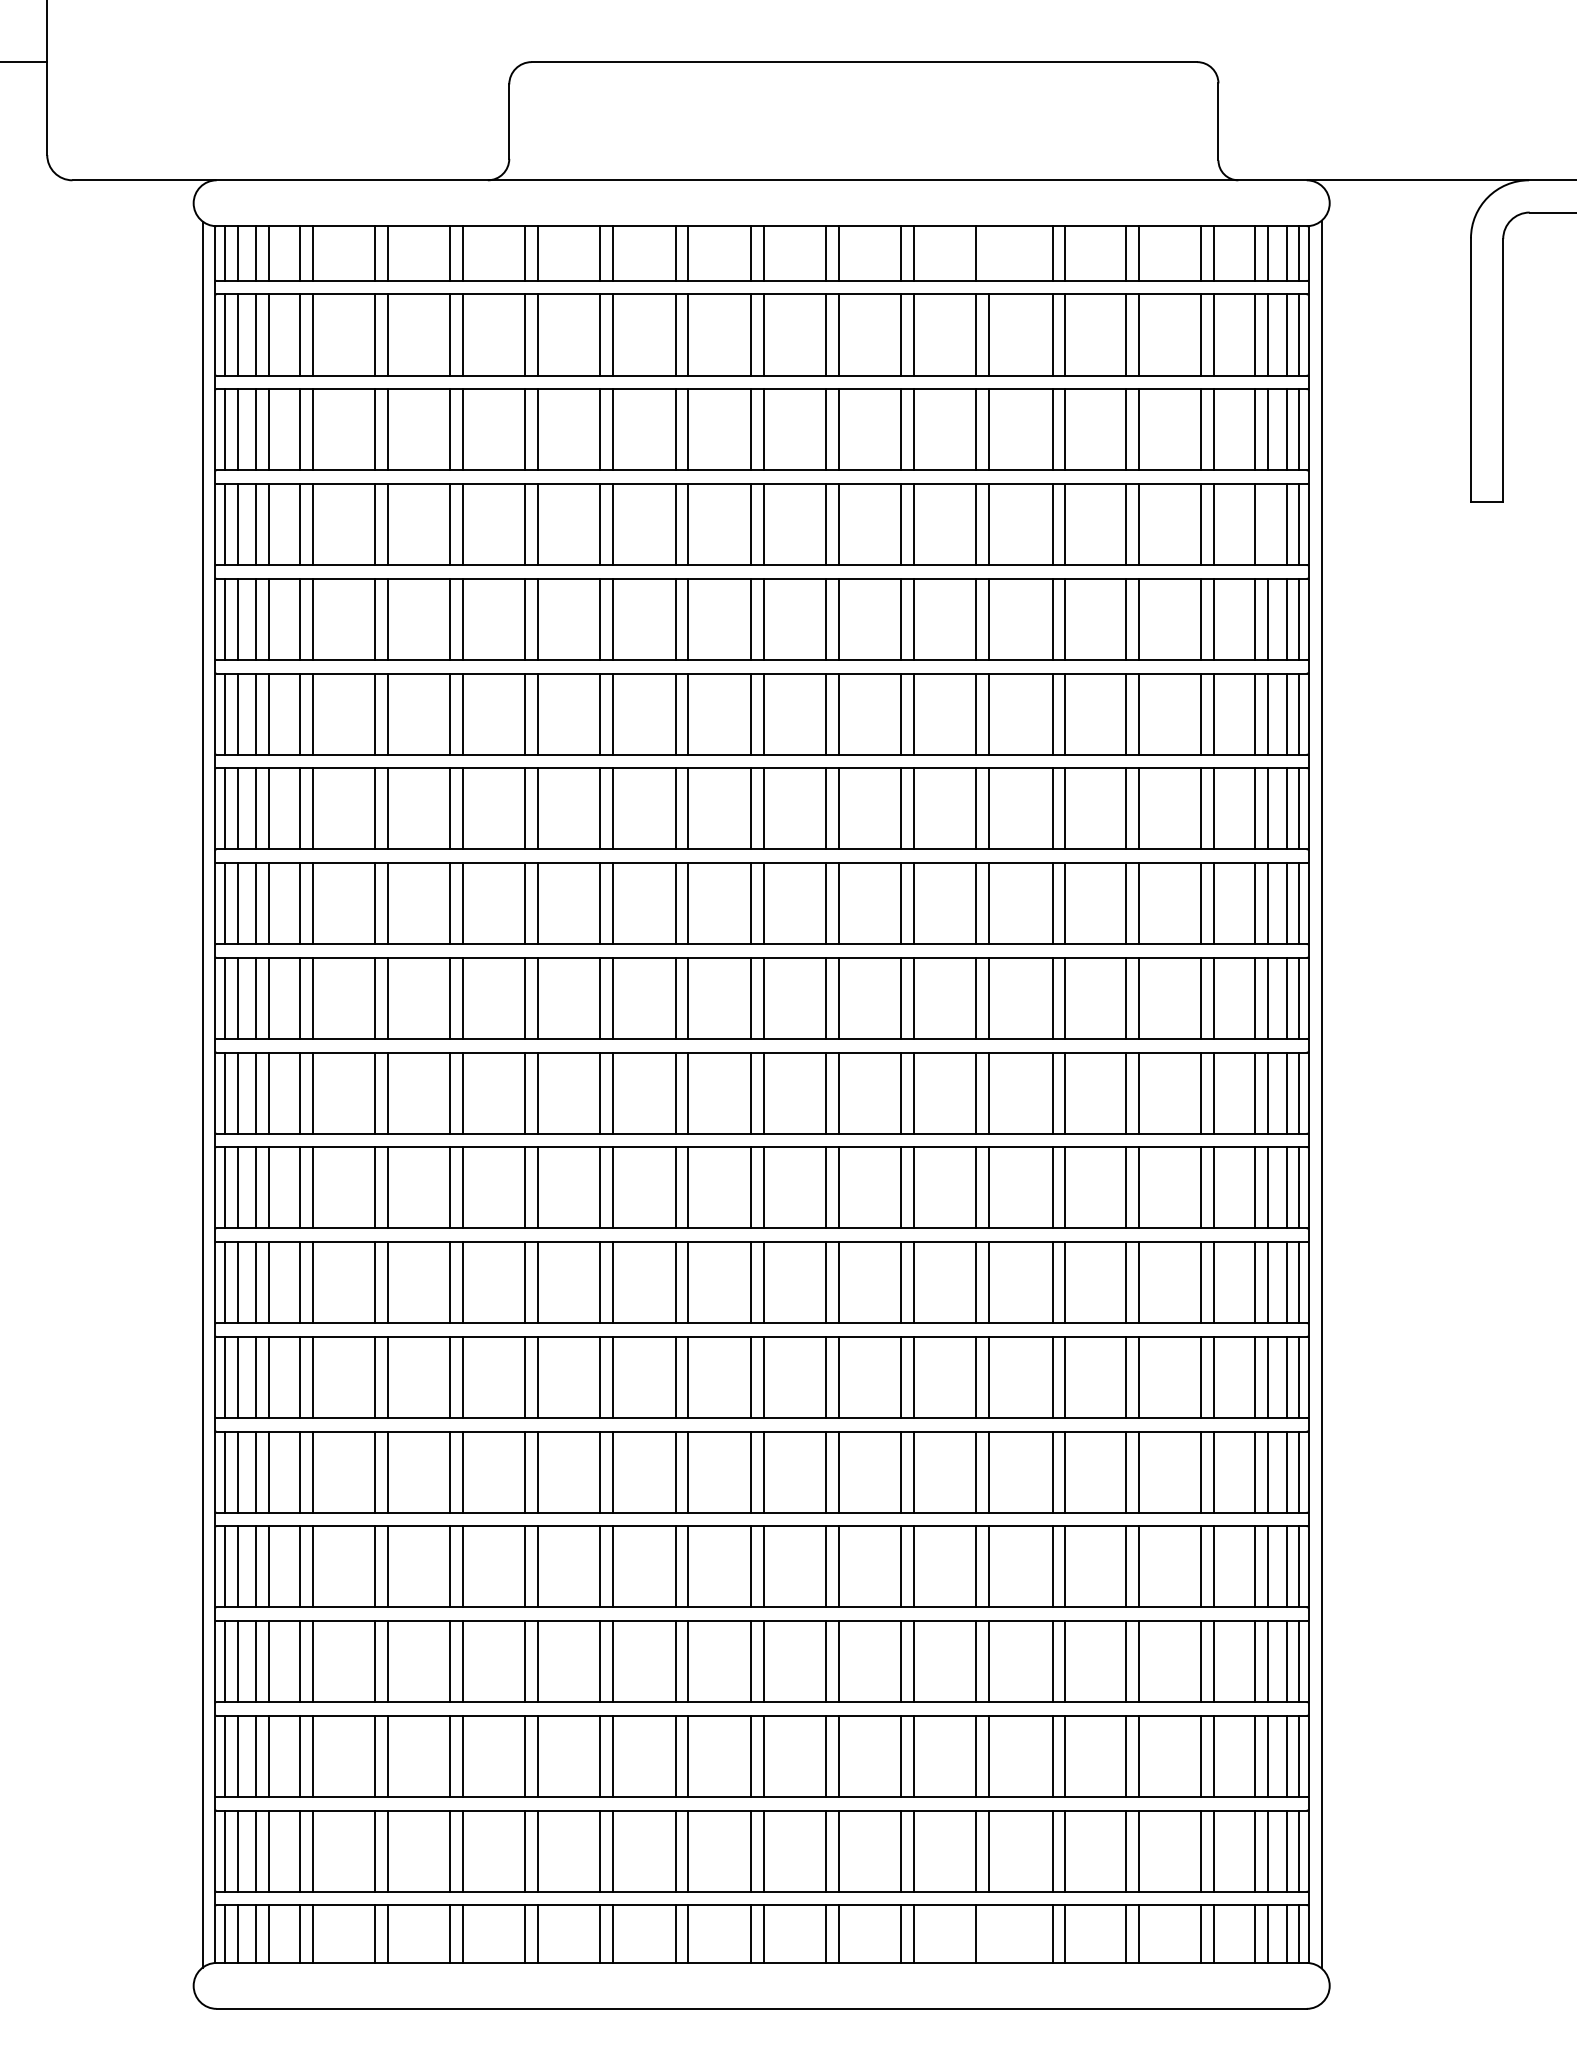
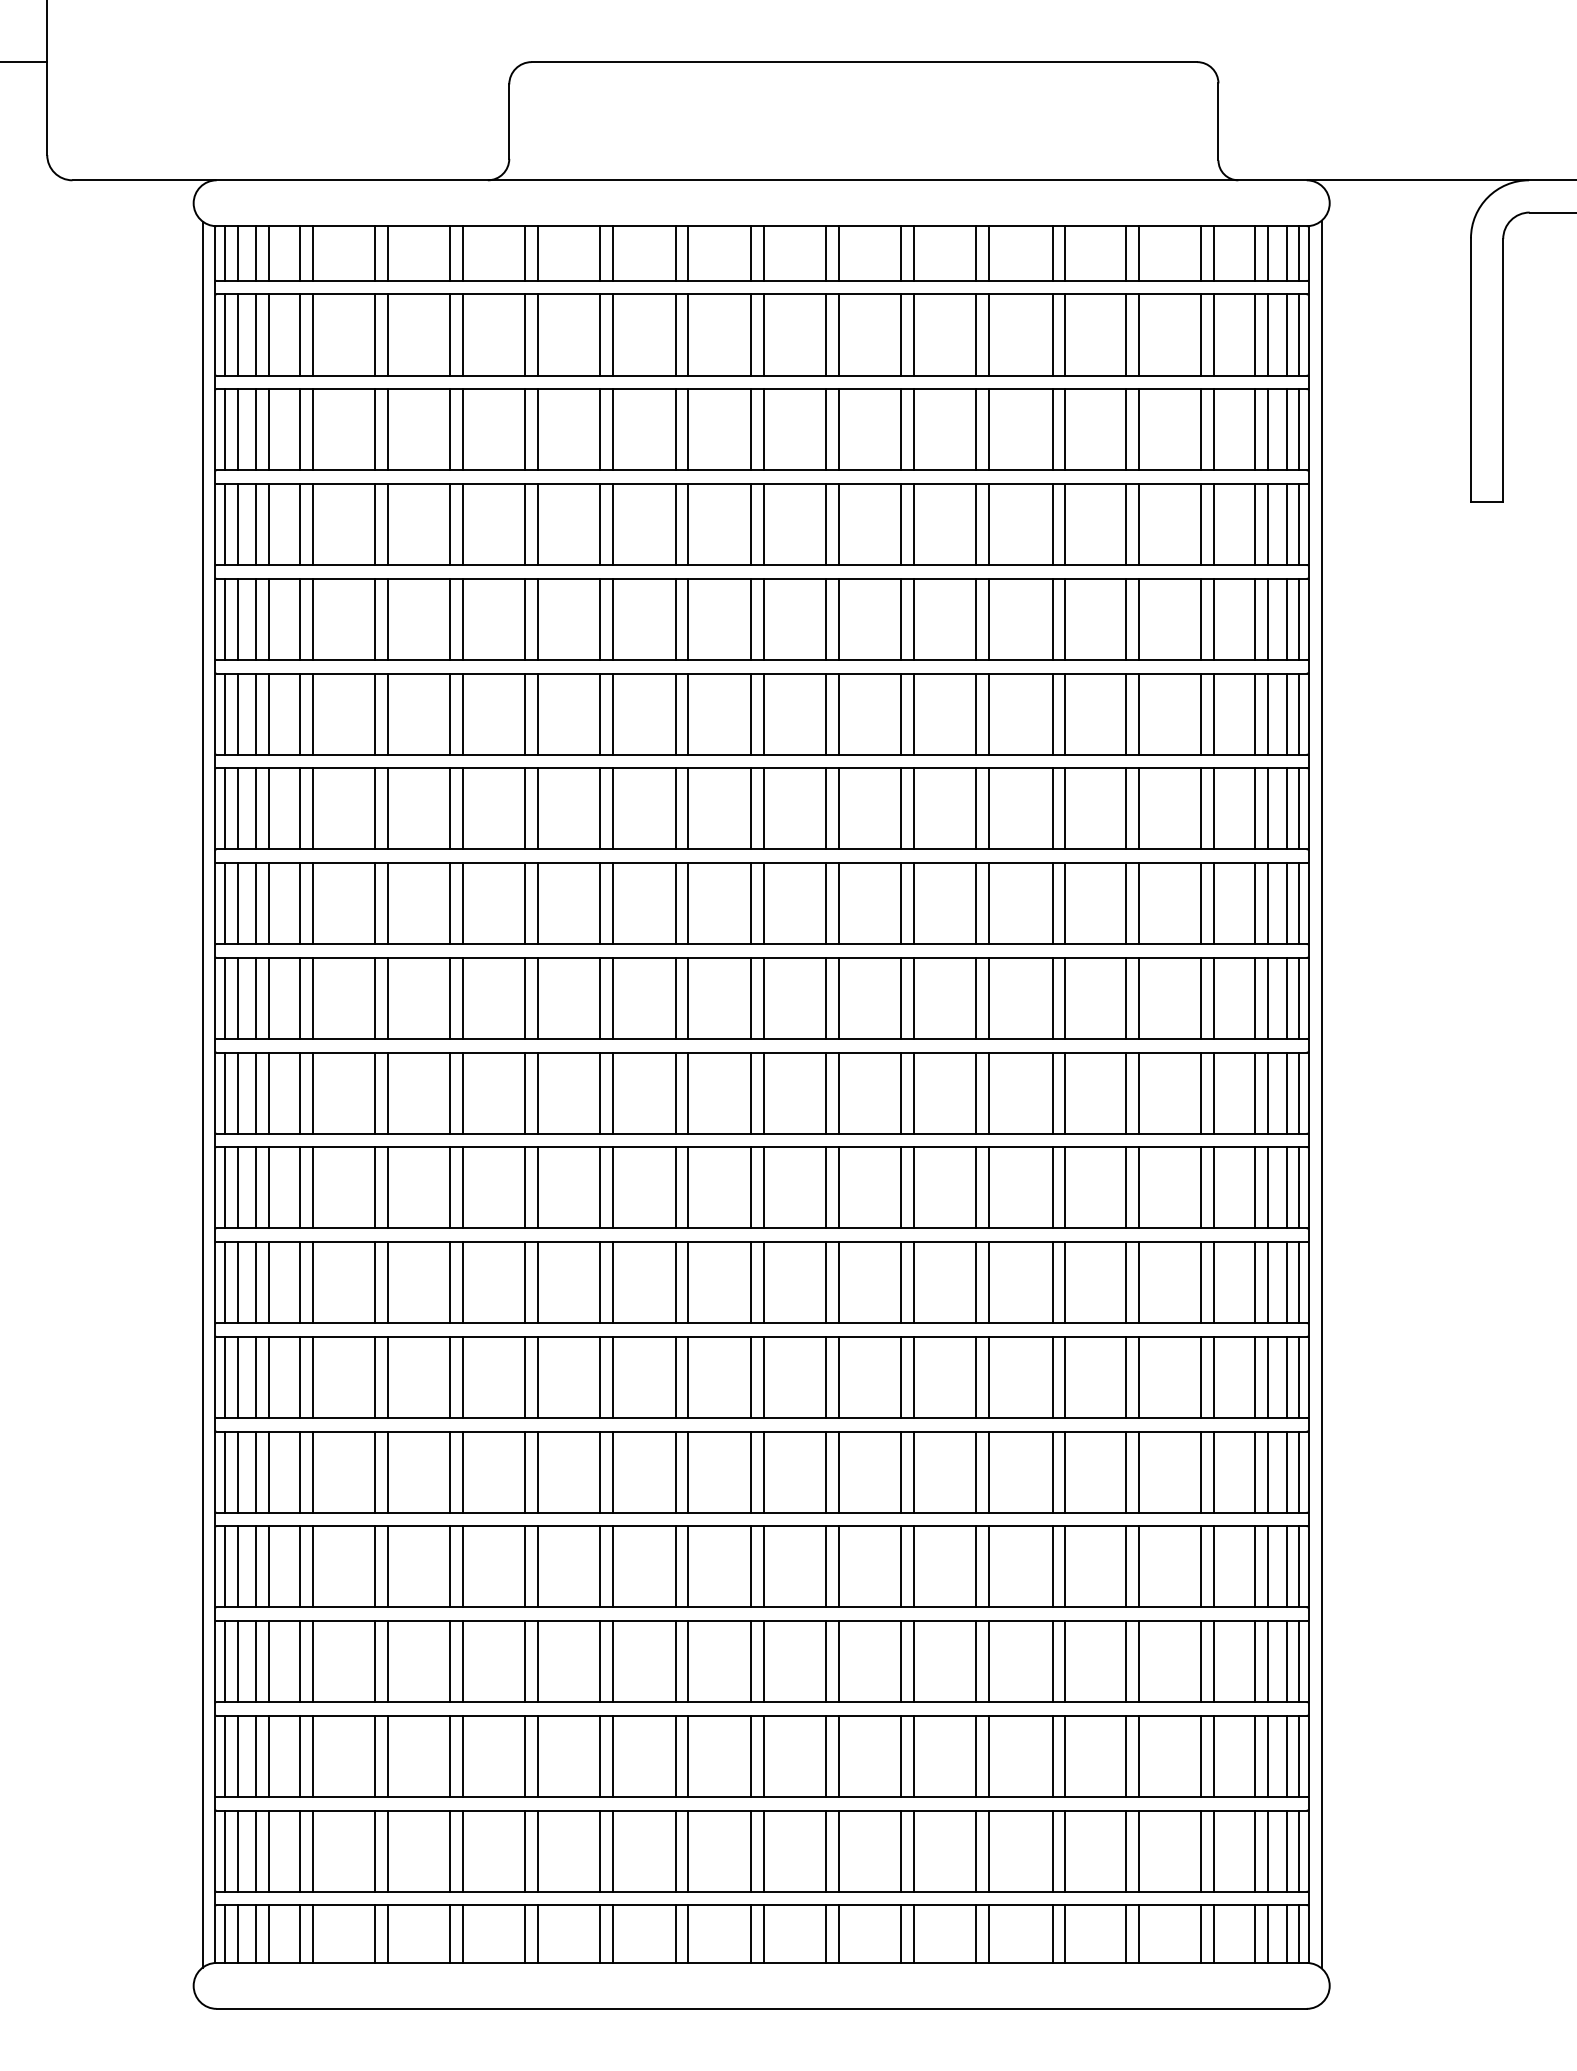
line at (989, 253): none -> present
line at (1267, 524): none -> present
line at (989, 1933): none -> present
